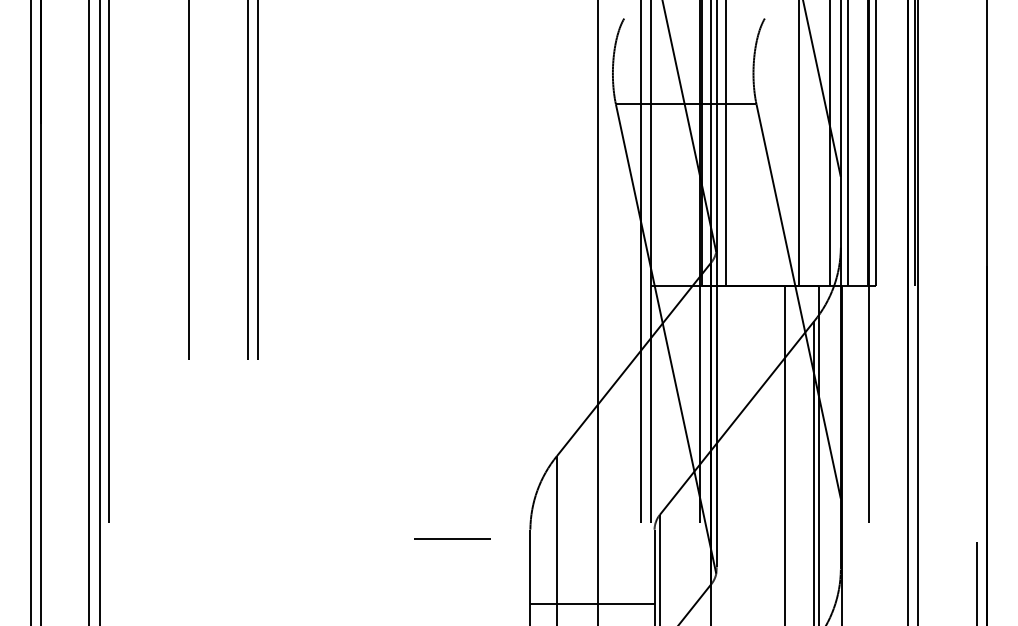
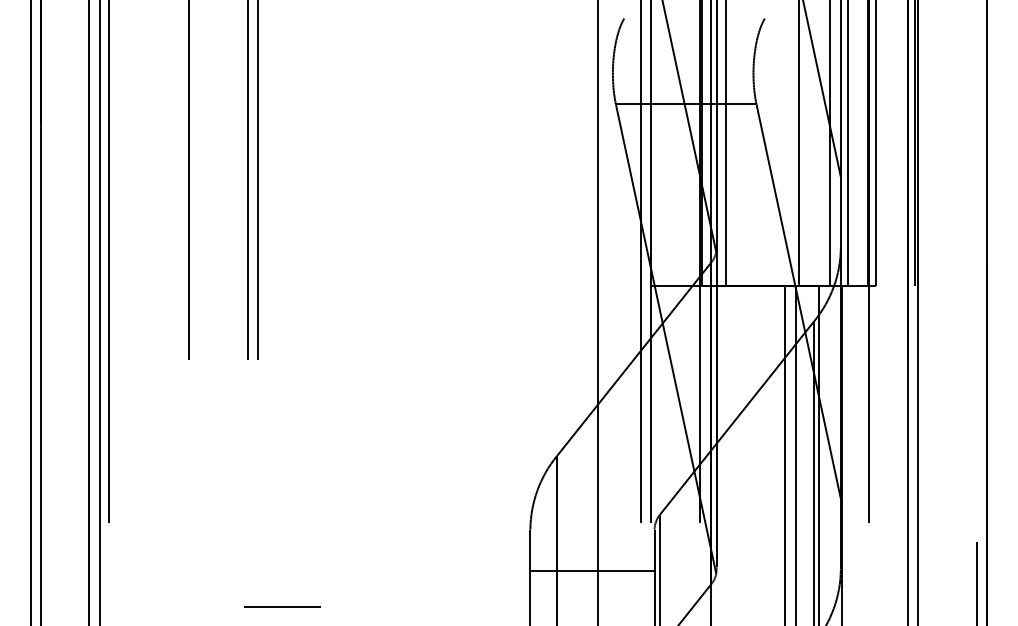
line at (795, 453): none -> present
line at (452, 538) position: (452, 538) -> (282, 606)
line at (592, 604) position: (592, 604) -> (592, 571)
